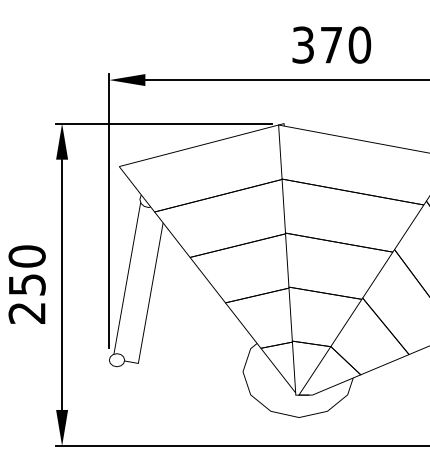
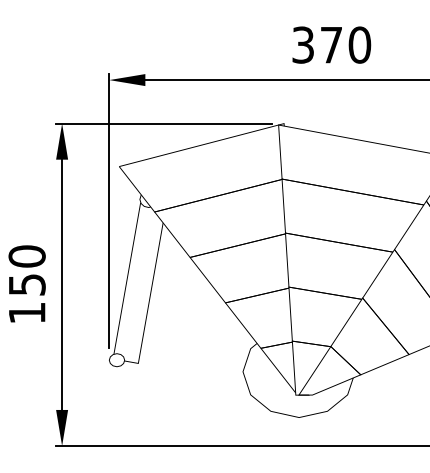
text at (26, 313): 250 -> 150
